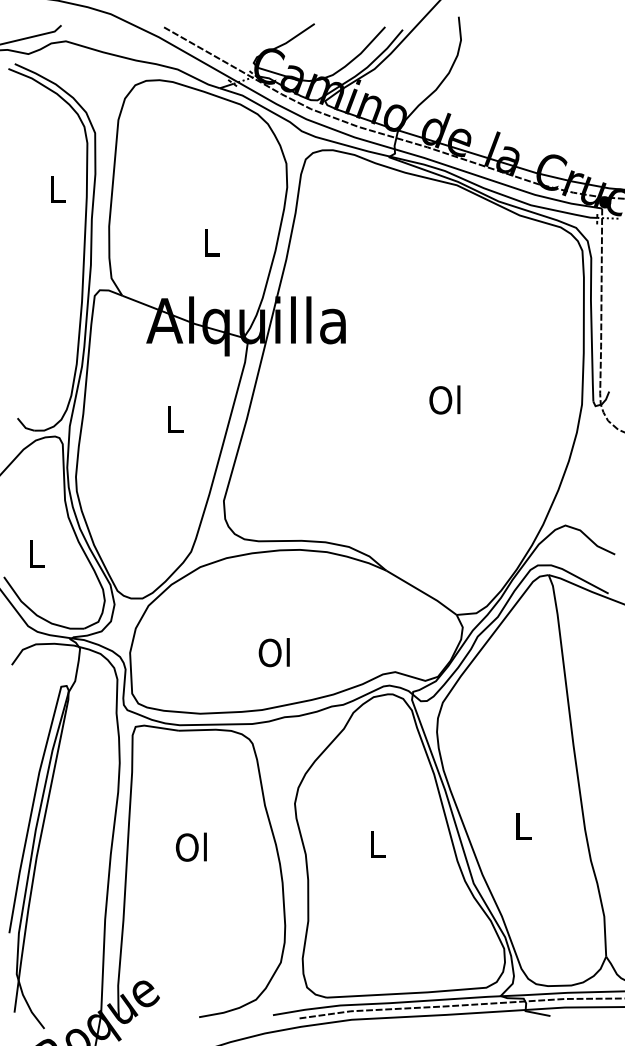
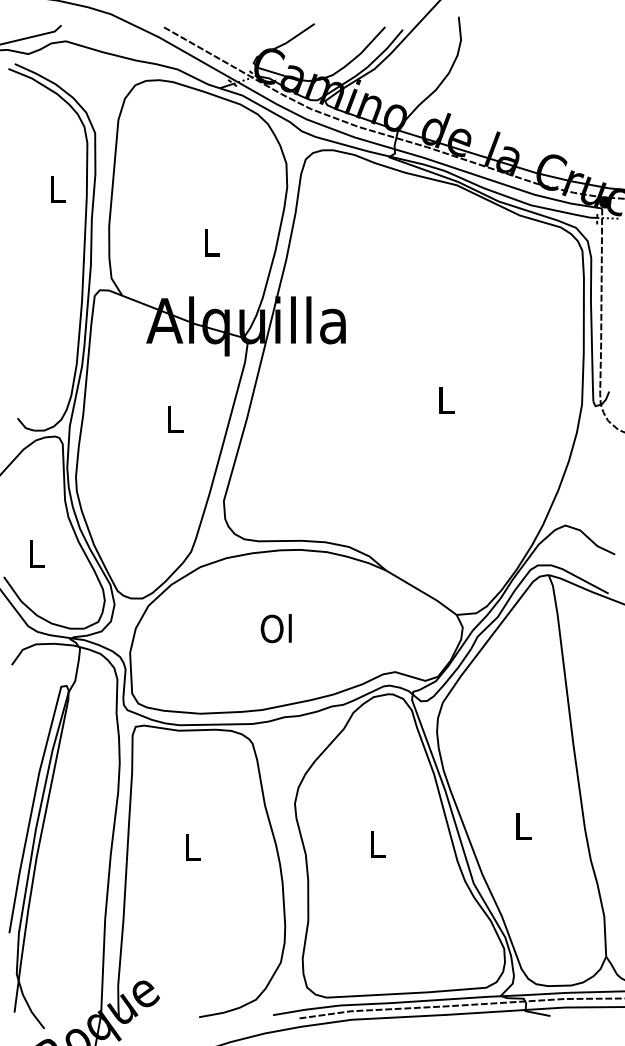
text at (444, 399): Ol -> L
text at (273, 652) position: (273, 652) -> (275, 628)
text at (190, 846): Ol -> L
